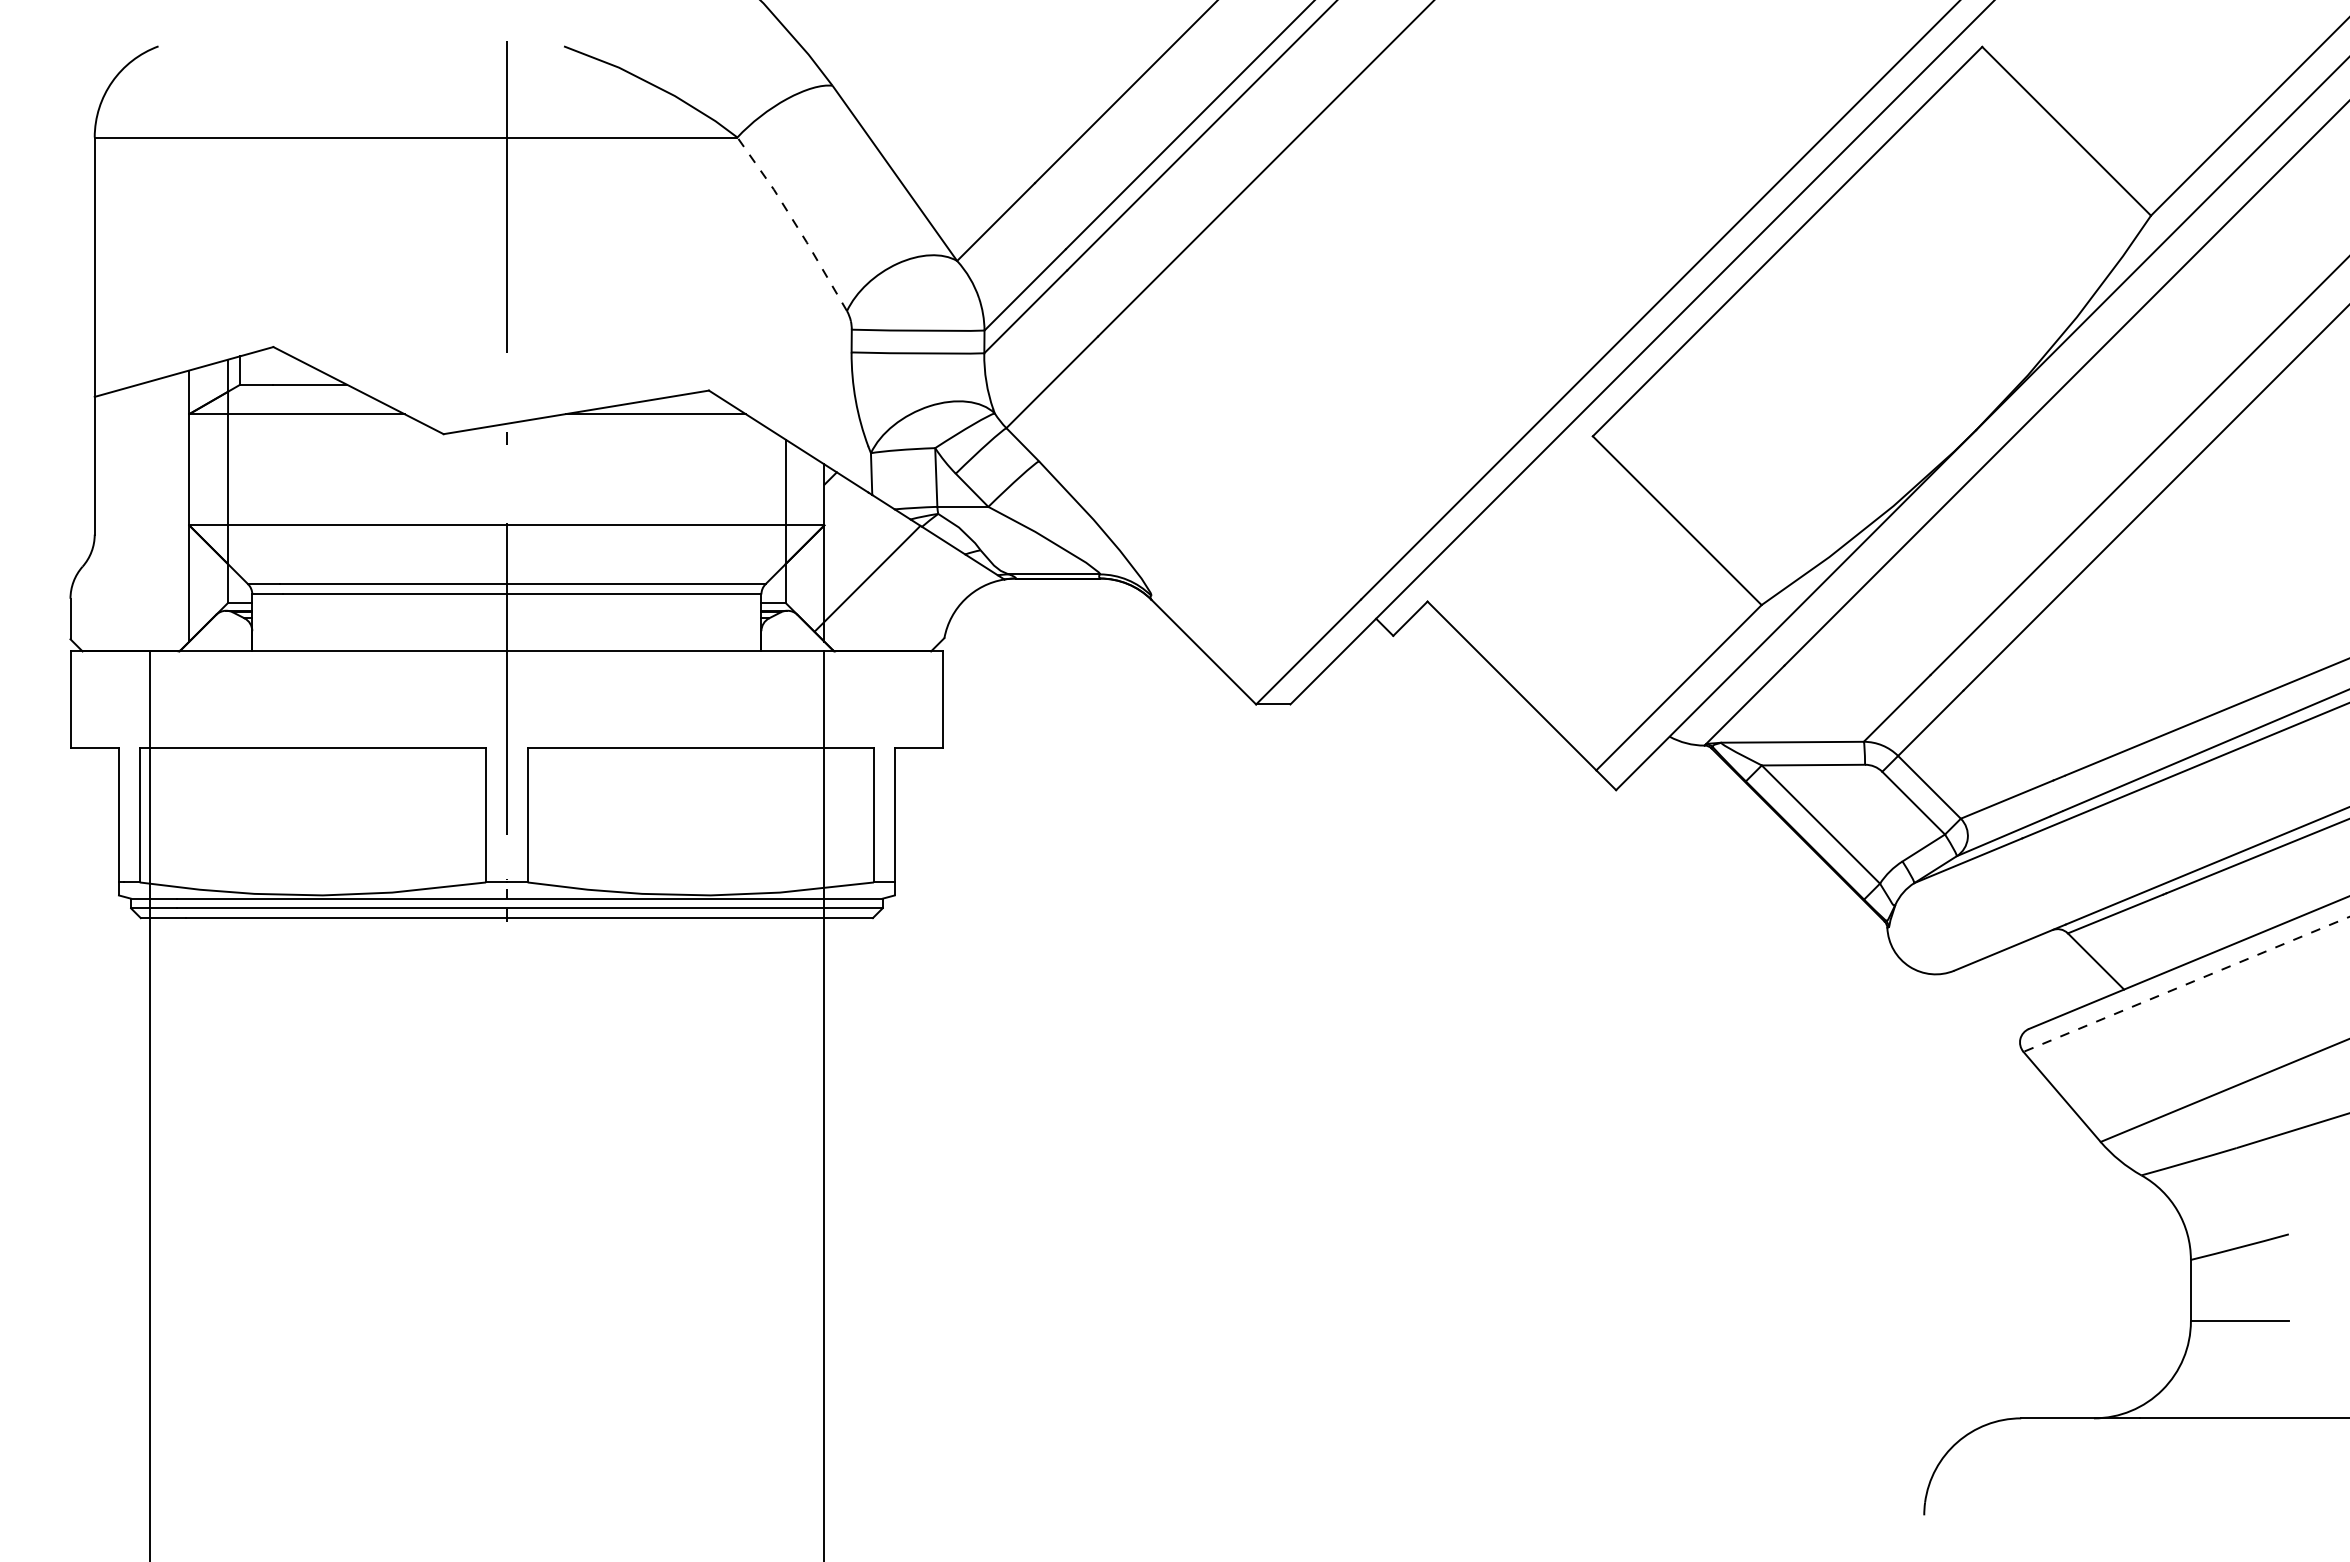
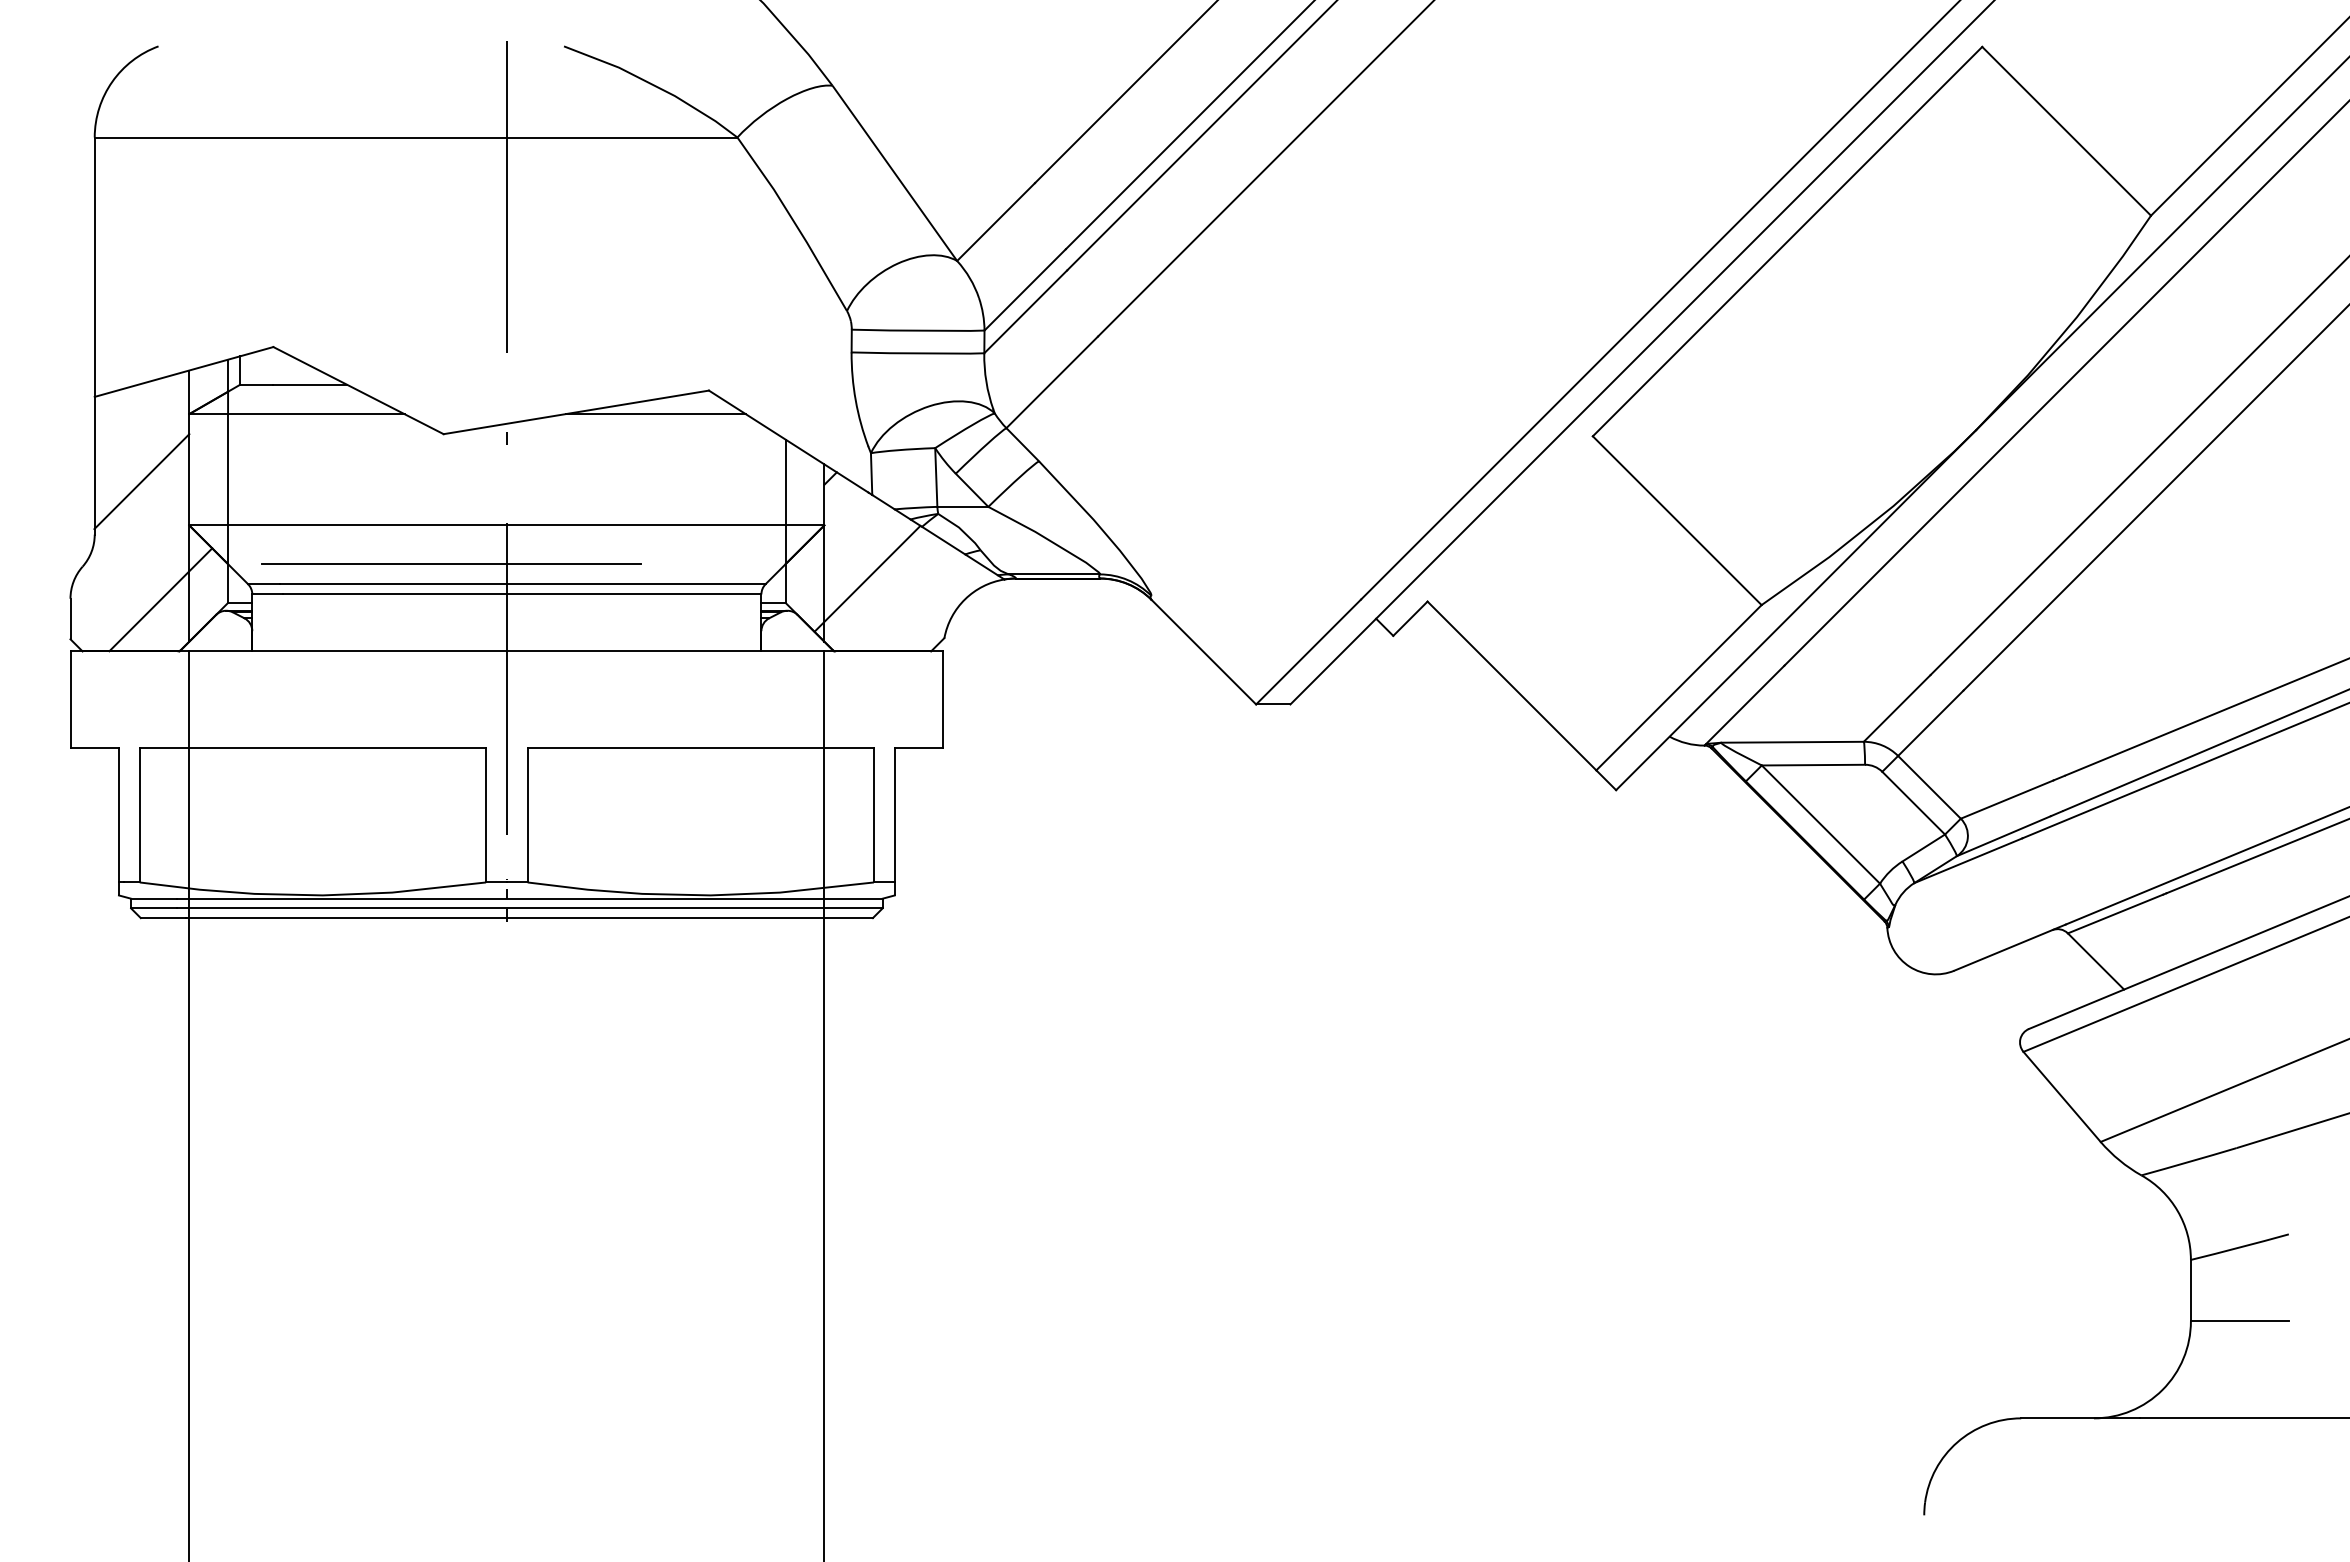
line at (794, 222): dashed -> solid
line at (141, 481): none -> present
line at (451, 564): none -> present
line at (160, 599): none -> present
line at (2186, 984): dashed -> solid
line at (150, 1104) position: (150, 1104) -> (189, 1104)
